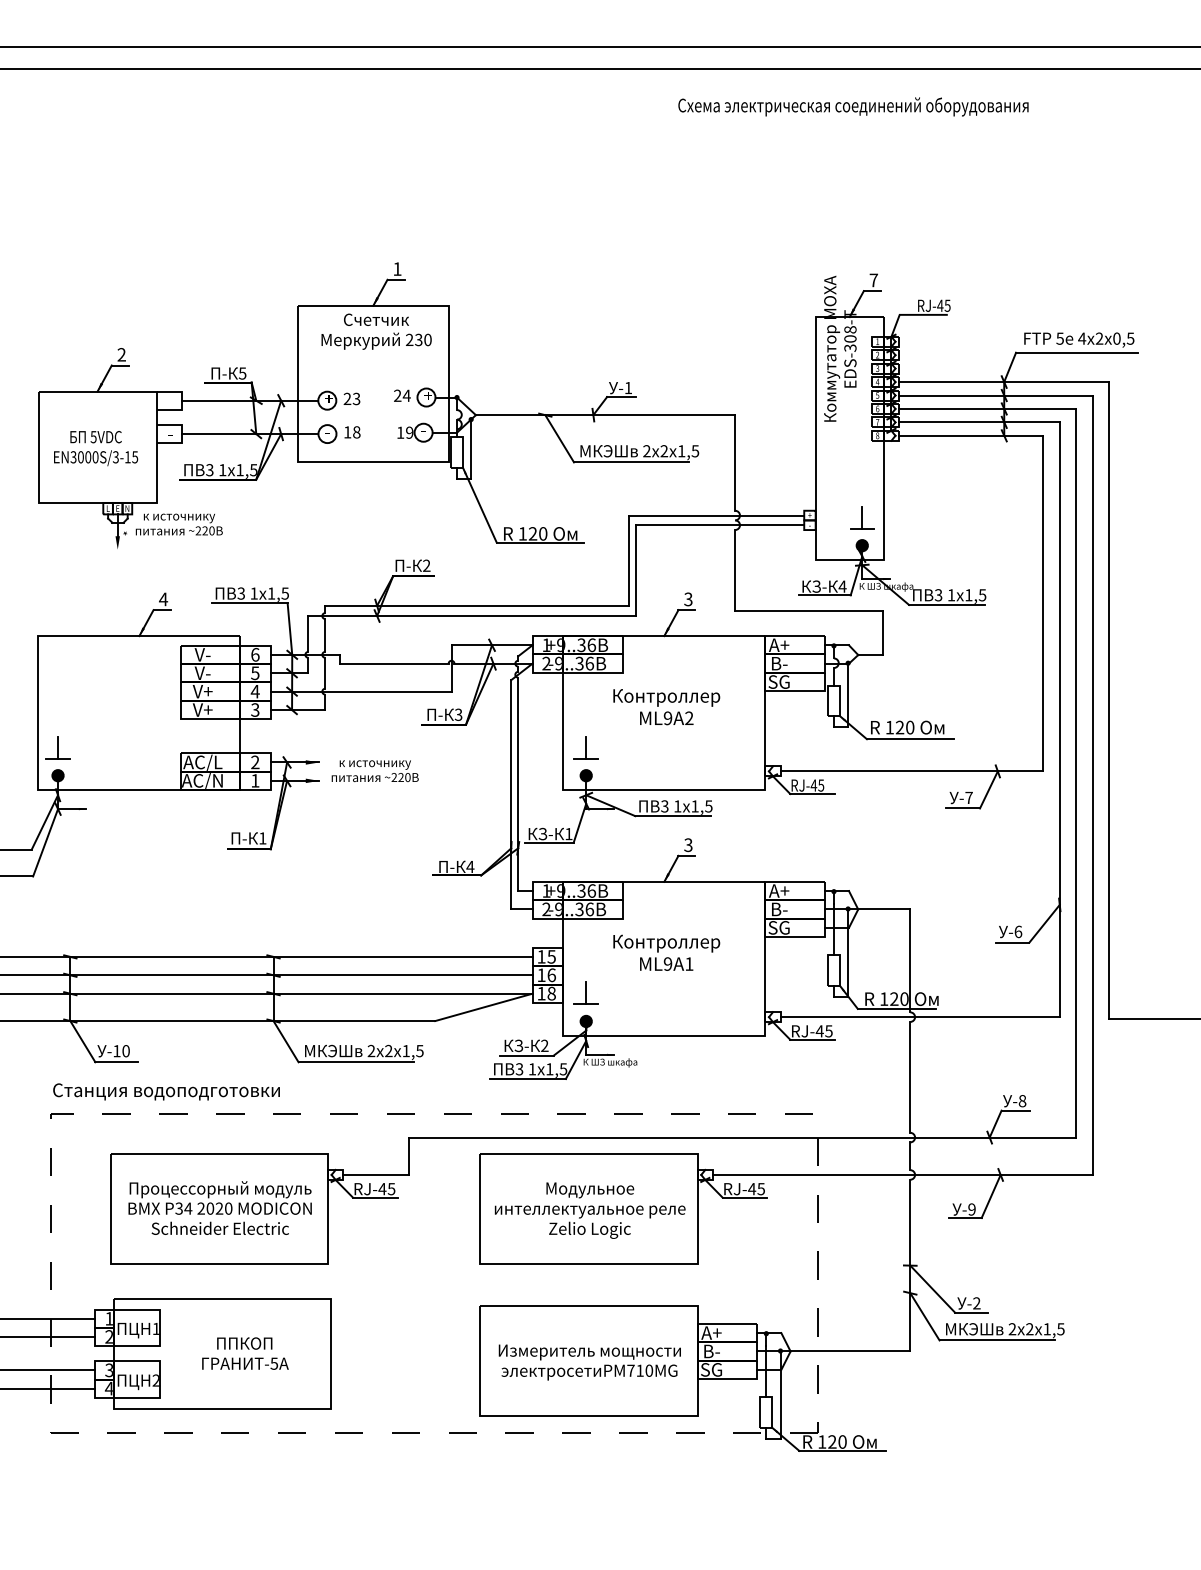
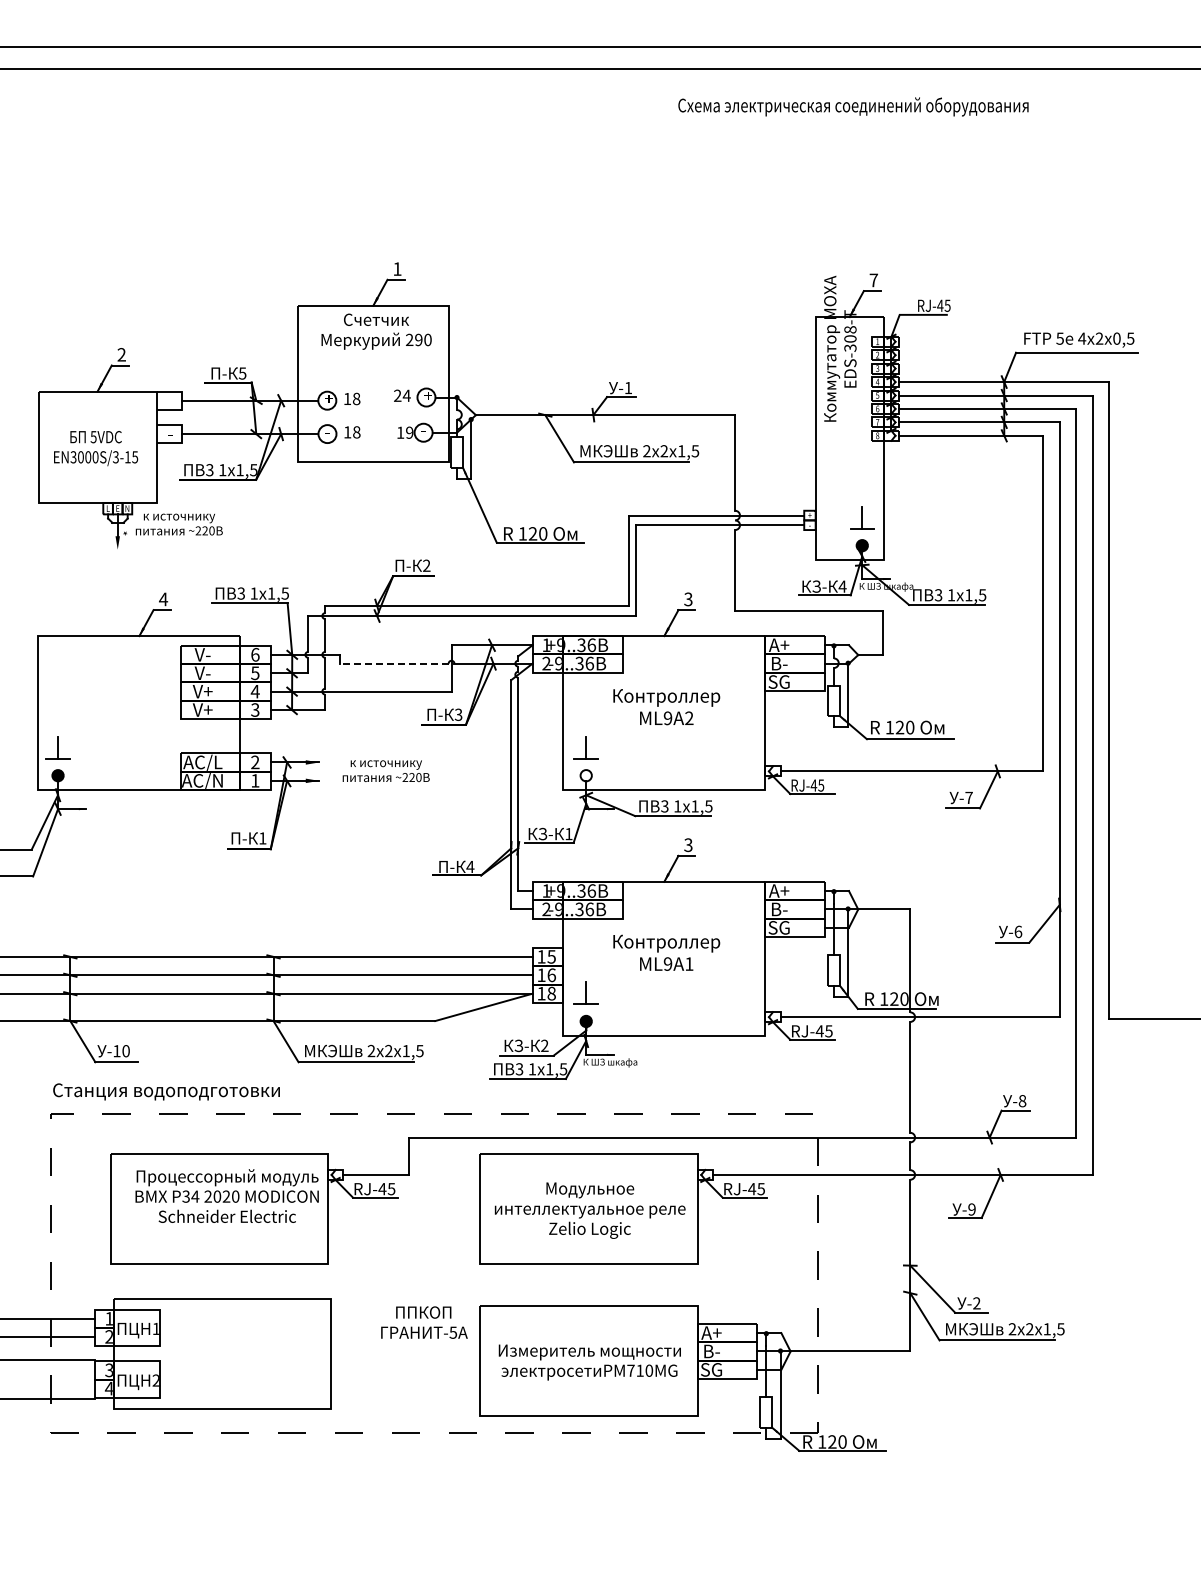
text at (418, 340): 230 -> 290
text at (351, 398): 23 -> 18
line at (393, 663): solid -> dashed
text at (374, 771) position: (374, 771) -> (385, 771)
fill at (585, 775): present -> none
text at (219, 1207) position: (219, 1207) -> (226, 1195)
text at (245, 1353) position: (245, 1353) -> (424, 1322)
line at (48, 1370) position: (48, 1370) -> (48, 1360)
line at (48, 1388) position: (48, 1388) -> (48, 1398)
